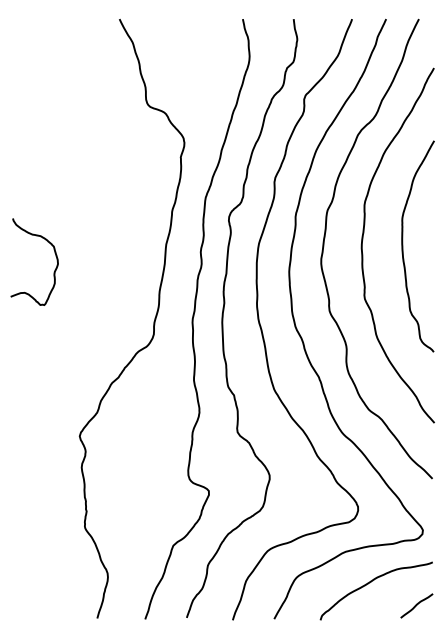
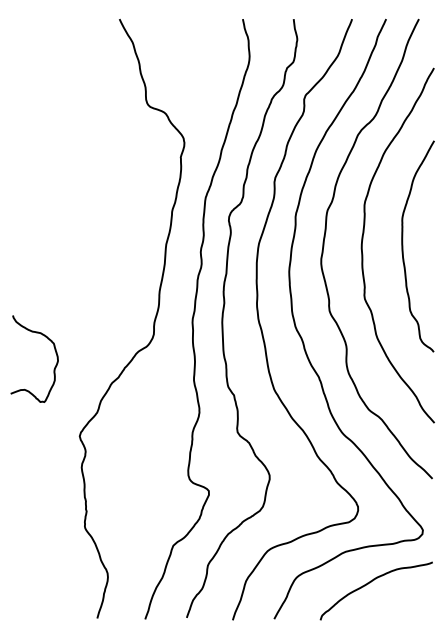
curve at (54, 253) position: (54, 253) -> (54, 350)
curve at (416, 605): present -> none
